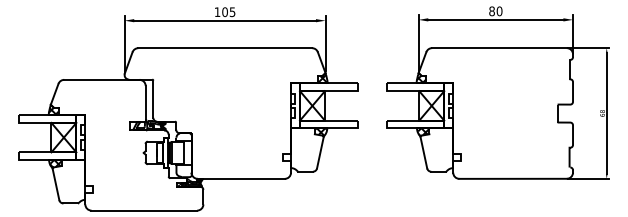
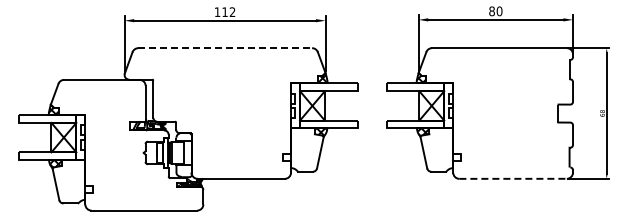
text at (228, 12): 105 -> 112
line at (225, 48): solid -> dashed
line at (513, 178): solid -> dashed
